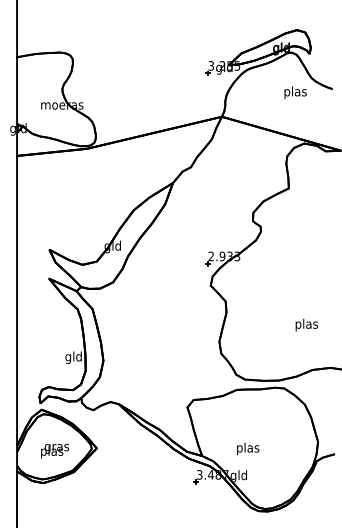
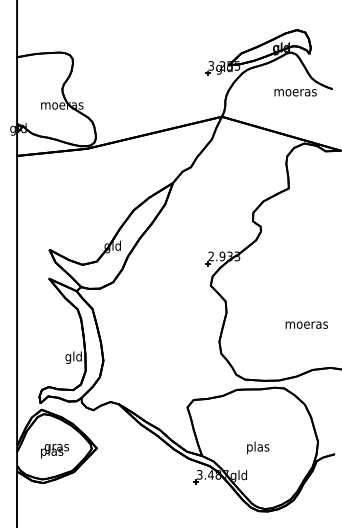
text at (295, 92): plas -> moeras
text at (306, 324): plas -> moeras
text at (248, 448) position: (248, 448) -> (258, 447)
